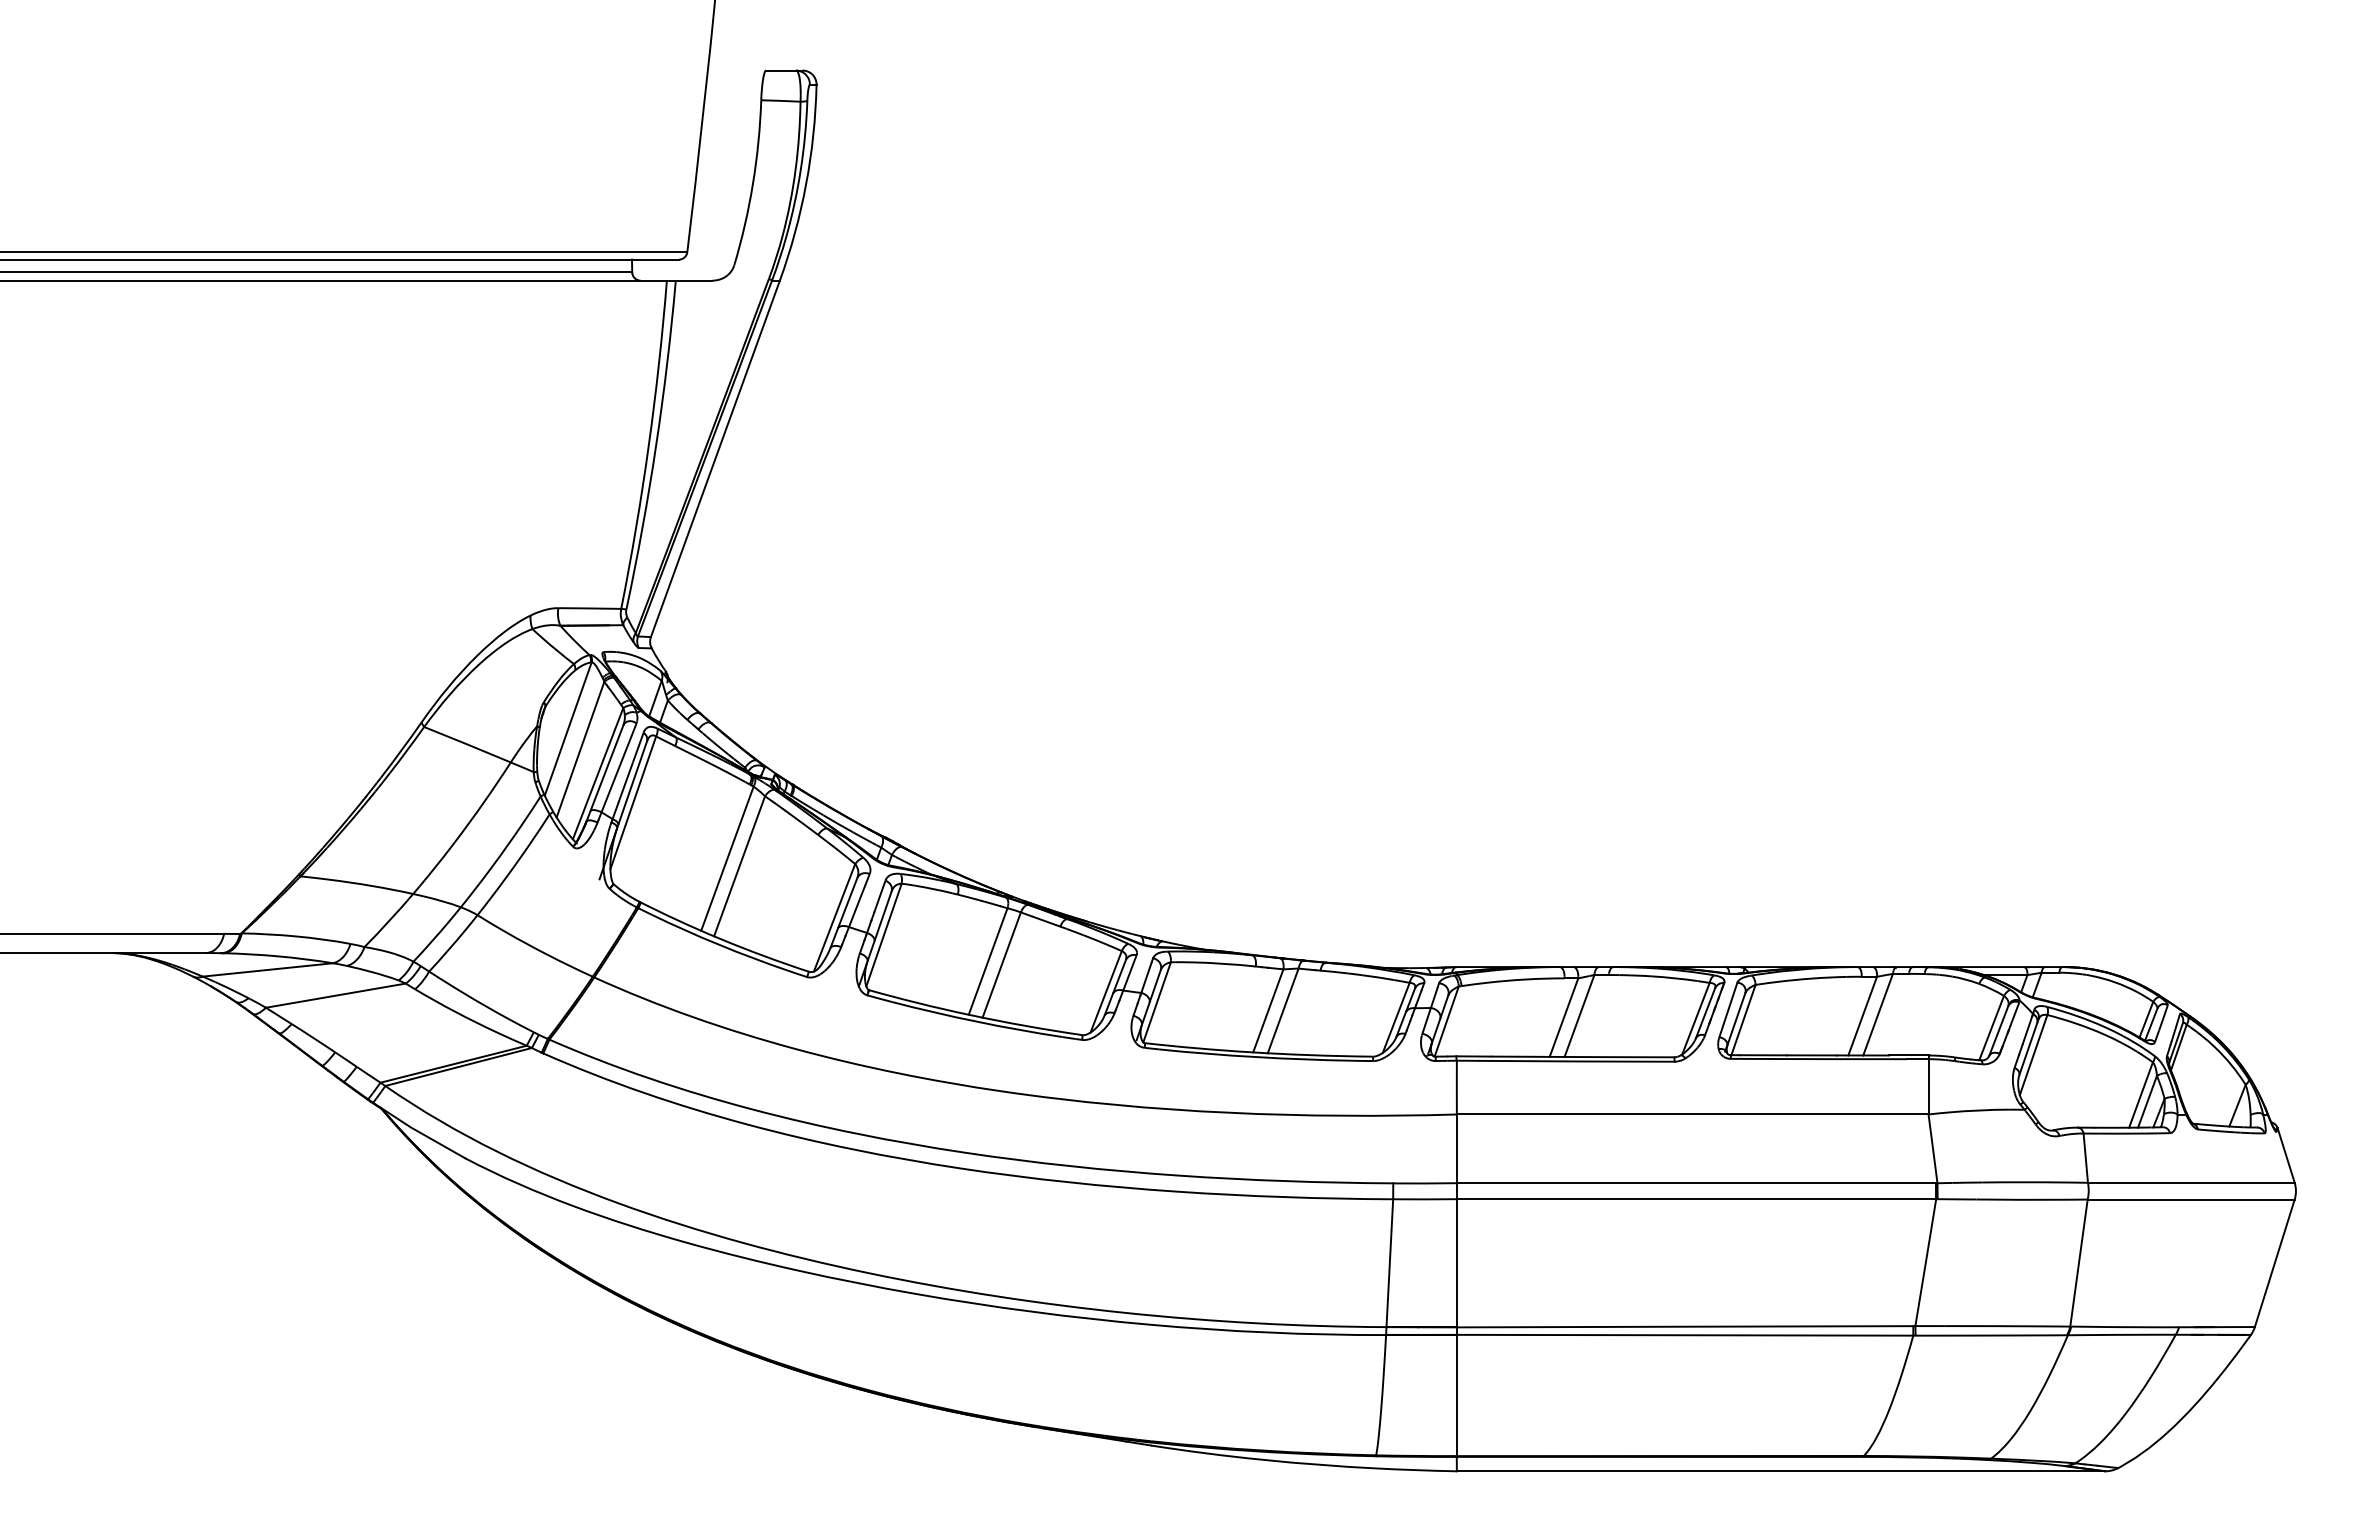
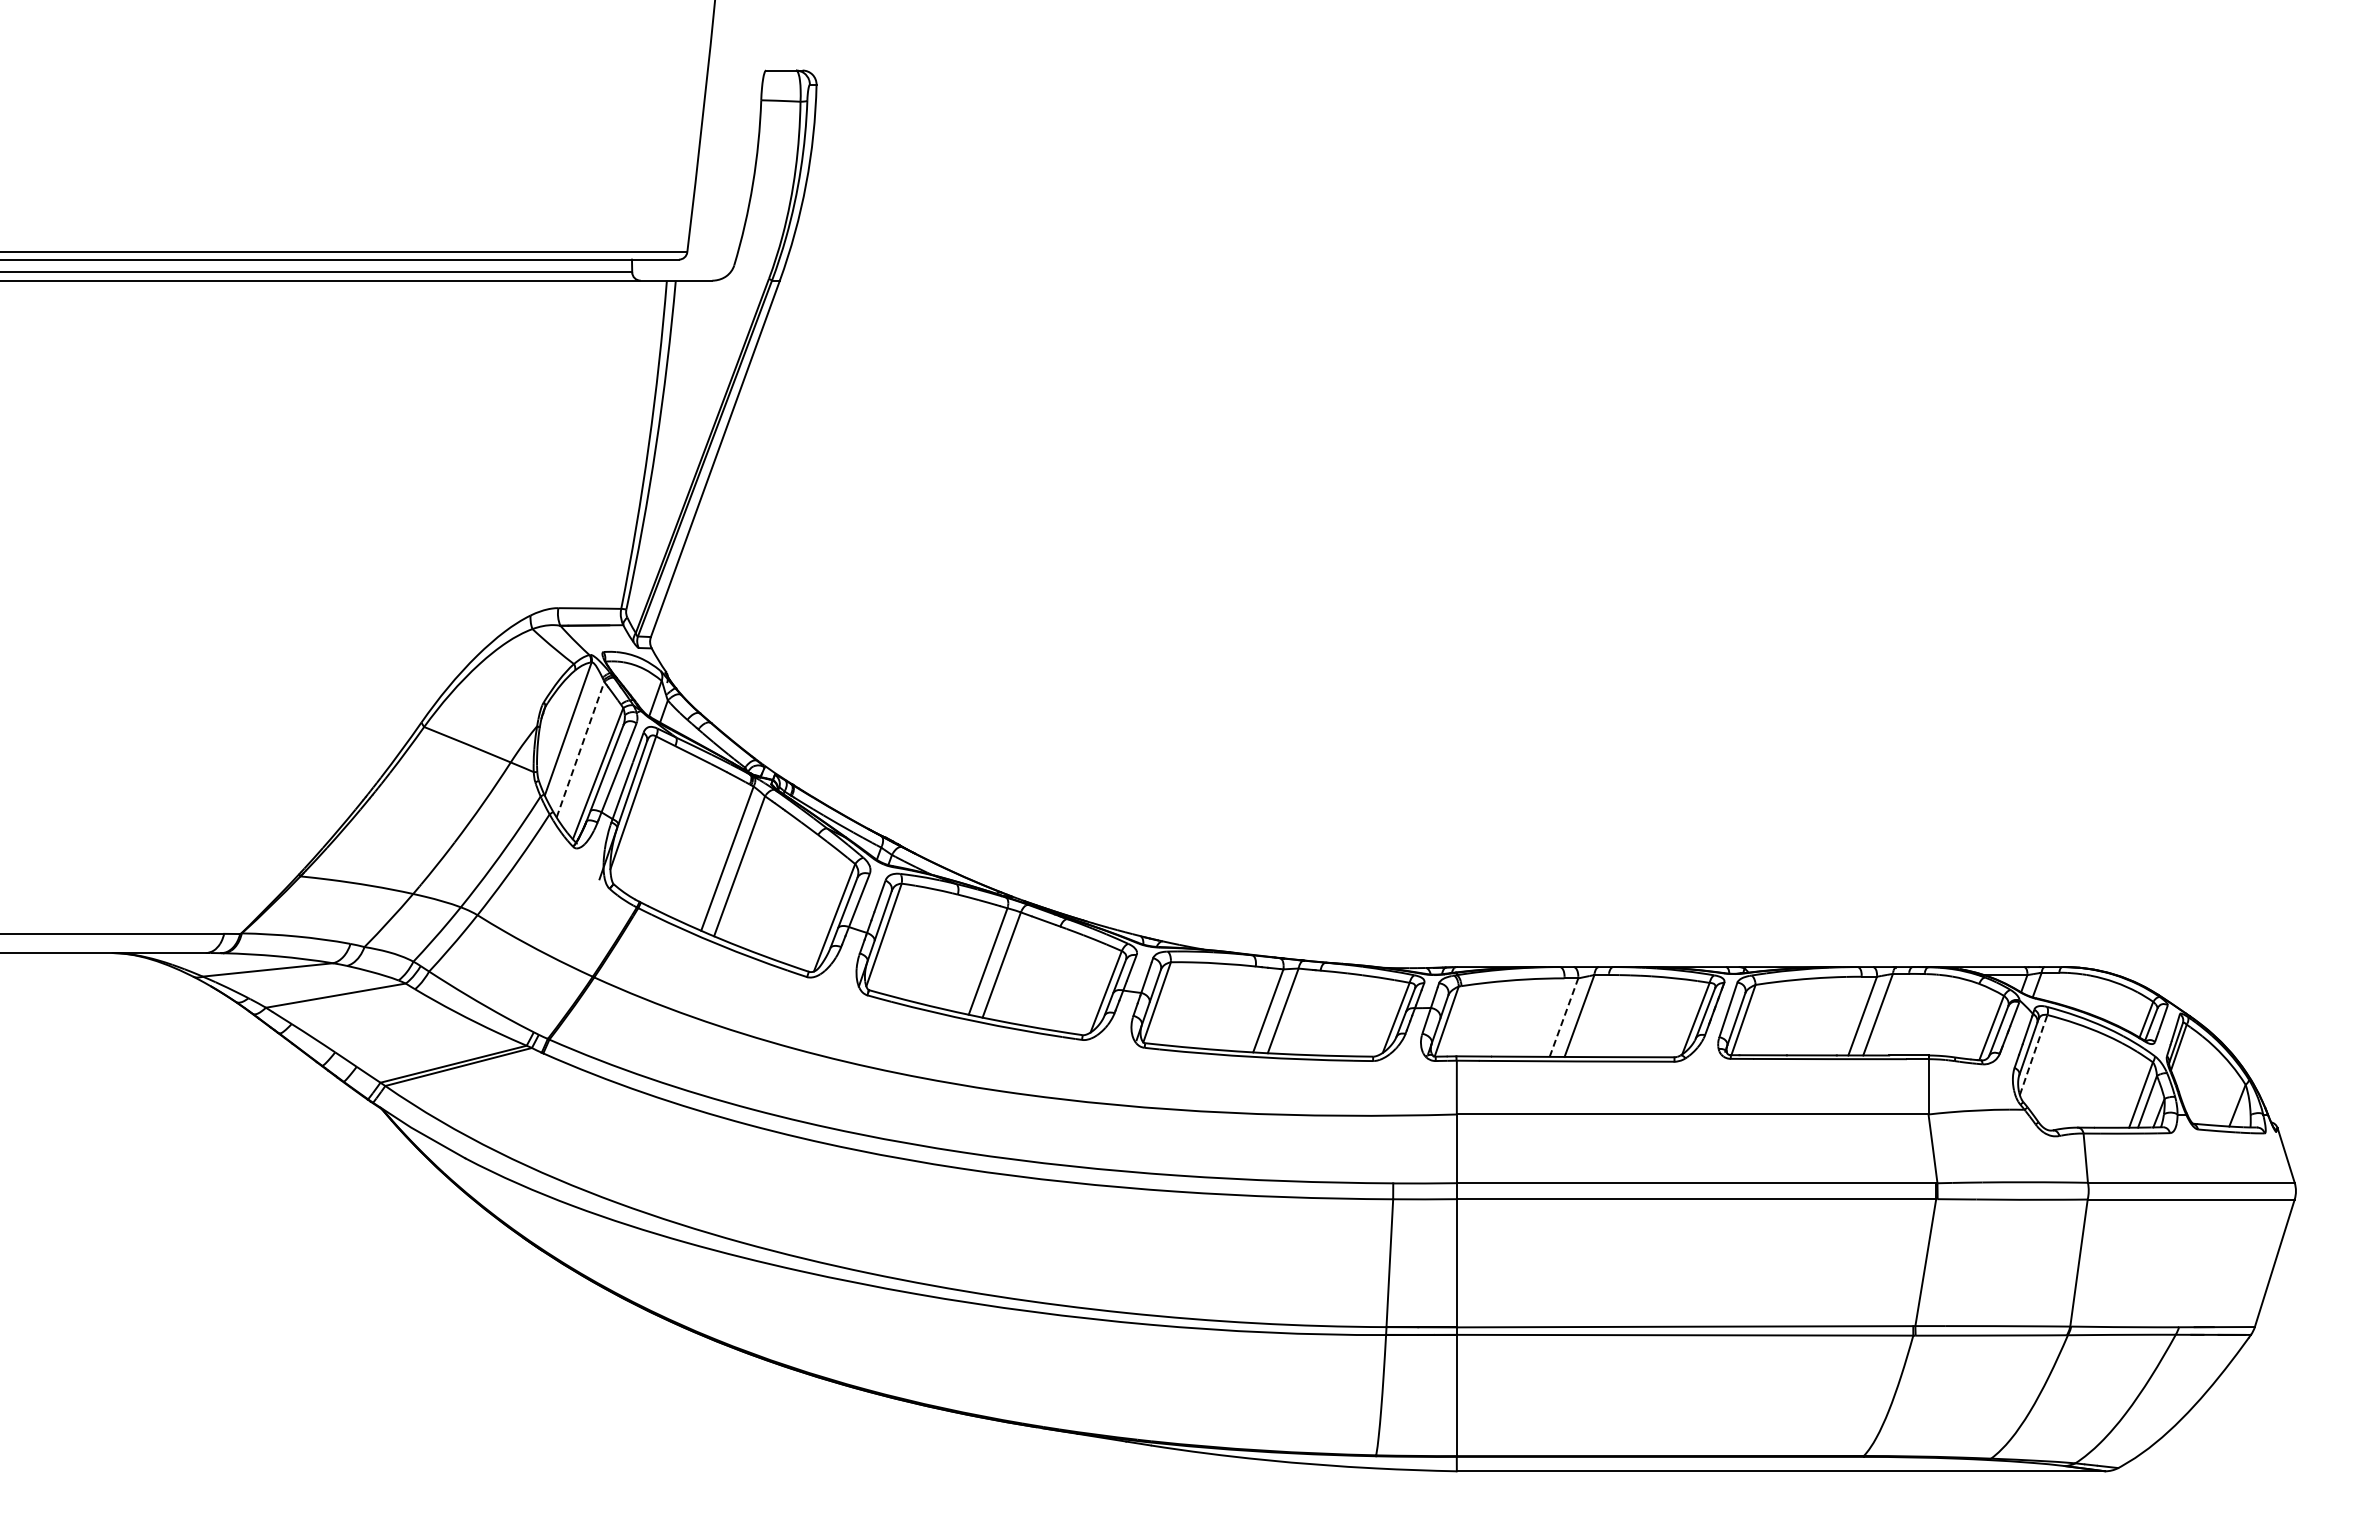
line at (580, 749): solid -> dashed
line at (1564, 1017): solid -> dashed
line at (2033, 1054): solid -> dashed
